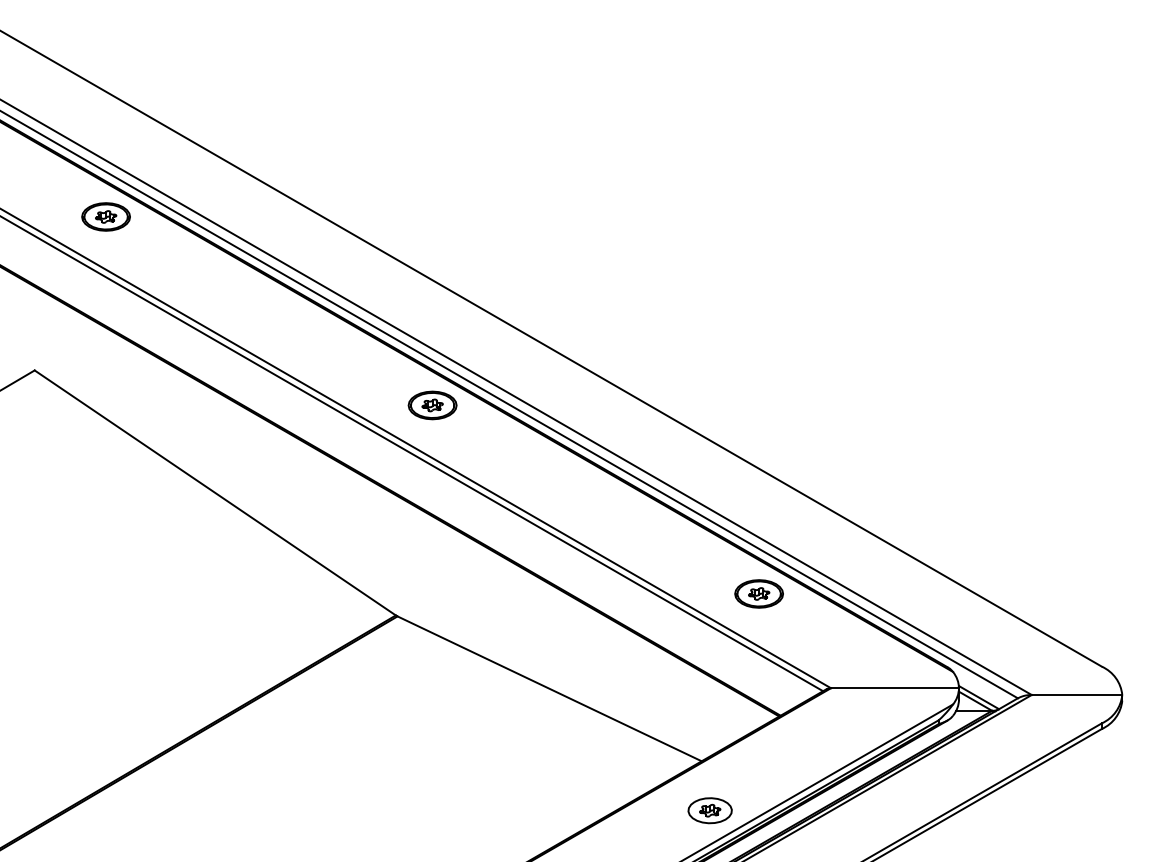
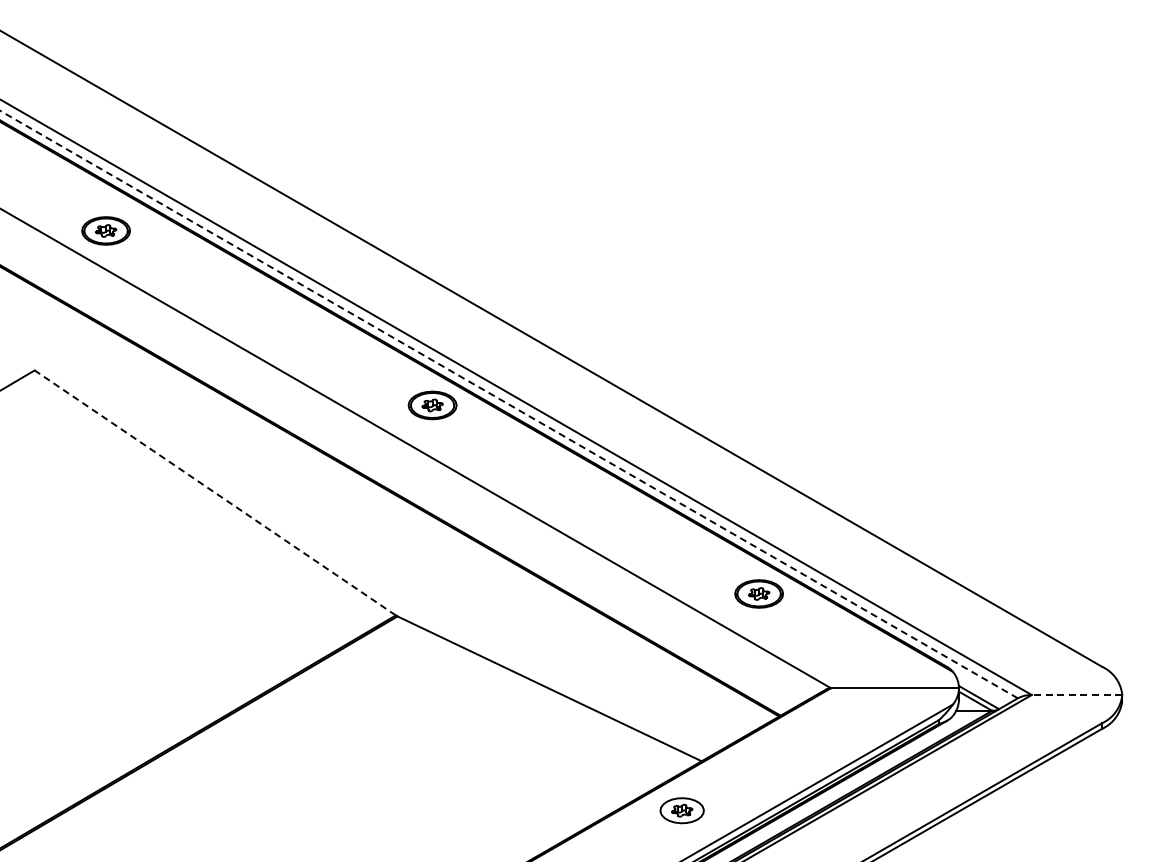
part at (105, 216) position: (105, 216) -> (105, 230)
line at (508, 404): solid -> dashed
line at (412, 454): present -> none
line at (214, 492): solid -> dashed
line at (1076, 695): solid -> dashed
part at (709, 810) position: (709, 810) -> (681, 810)
